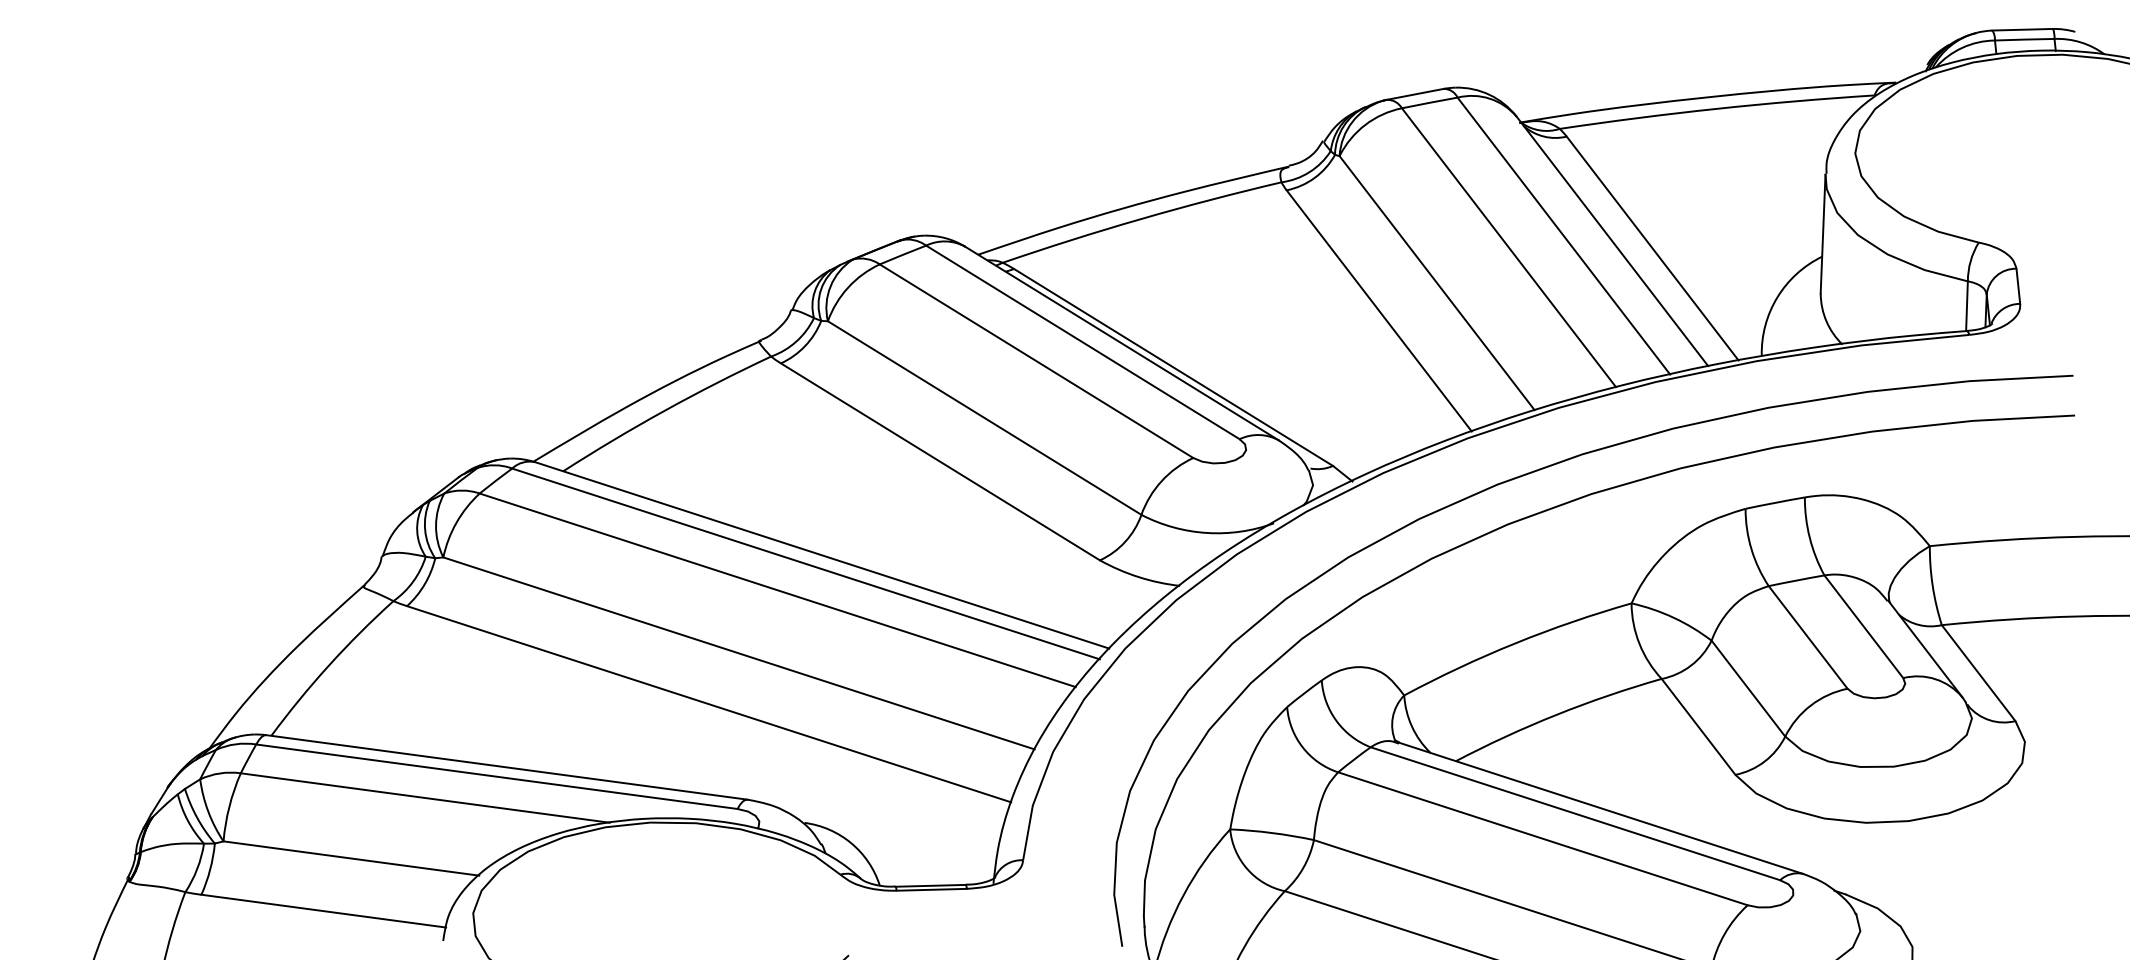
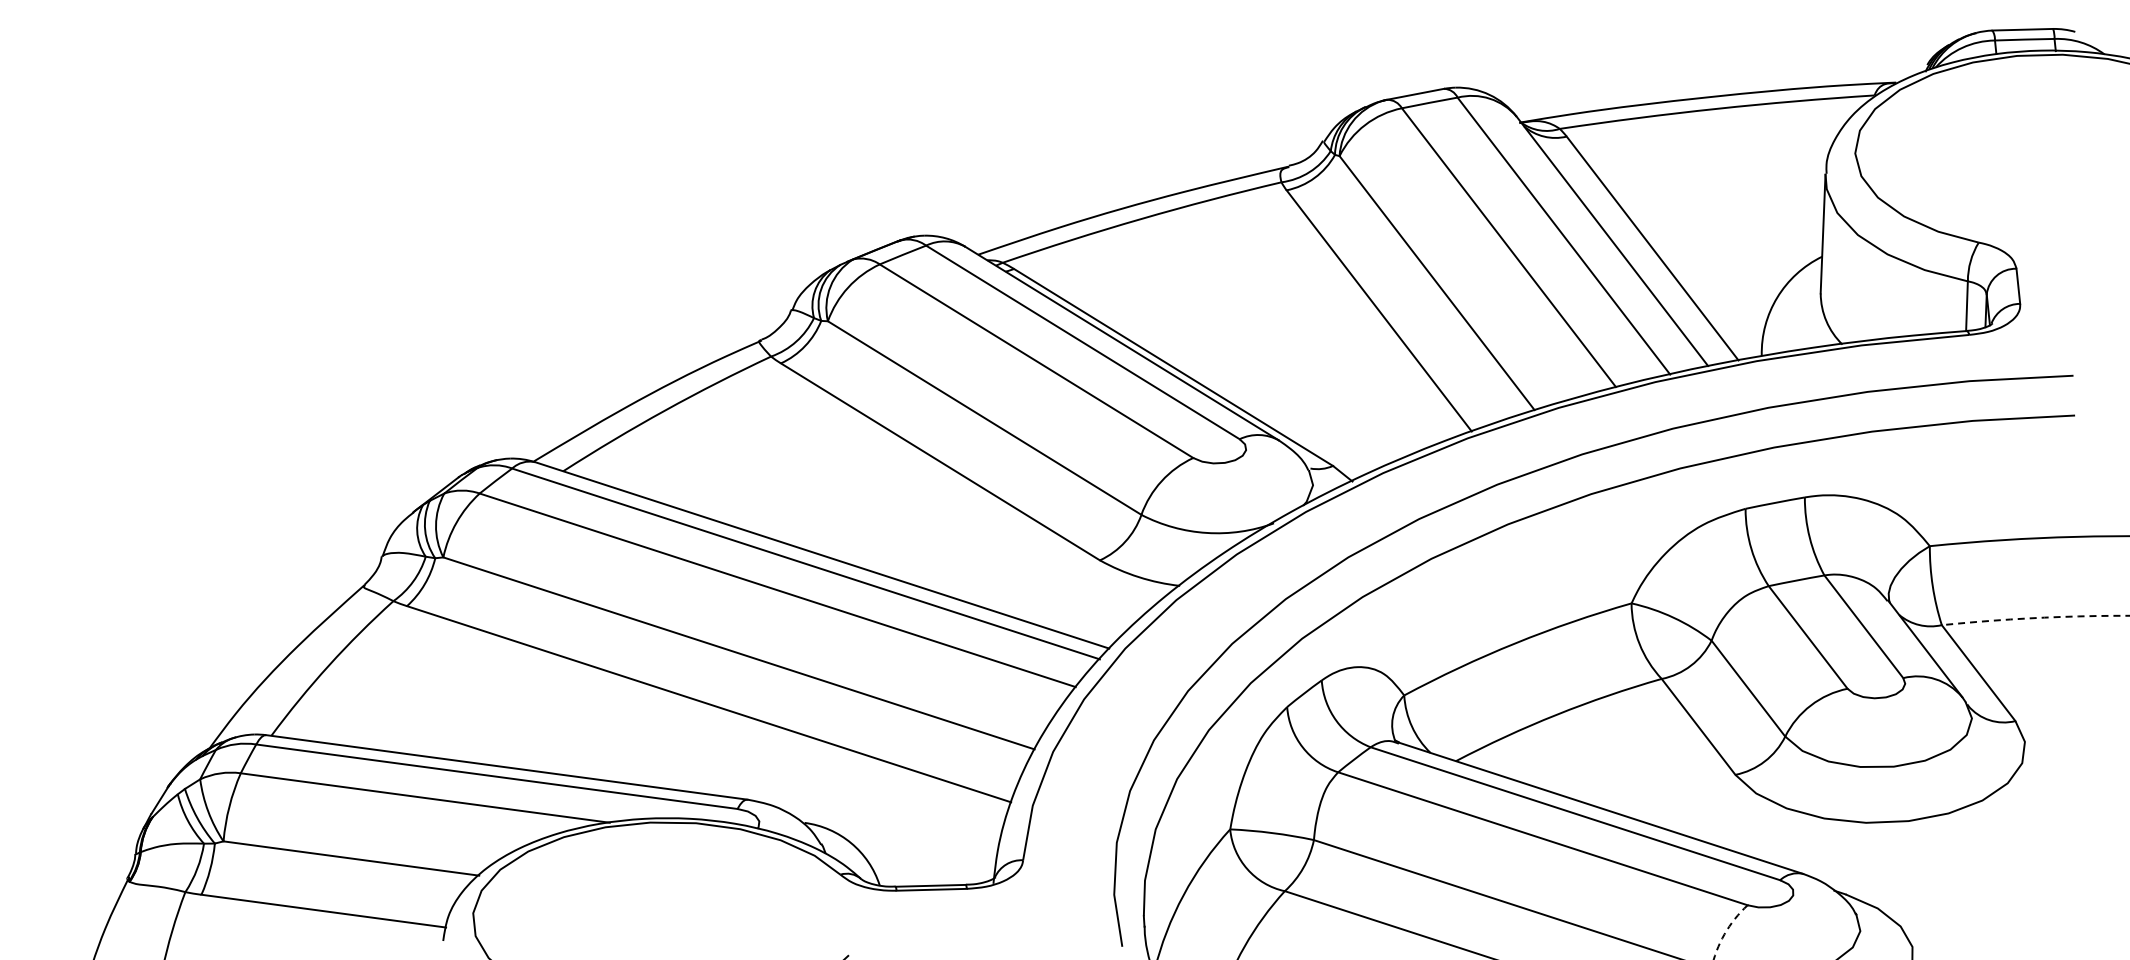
arc at (2035, 618): solid -> dashed
arc at (1726, 930): solid -> dashed
